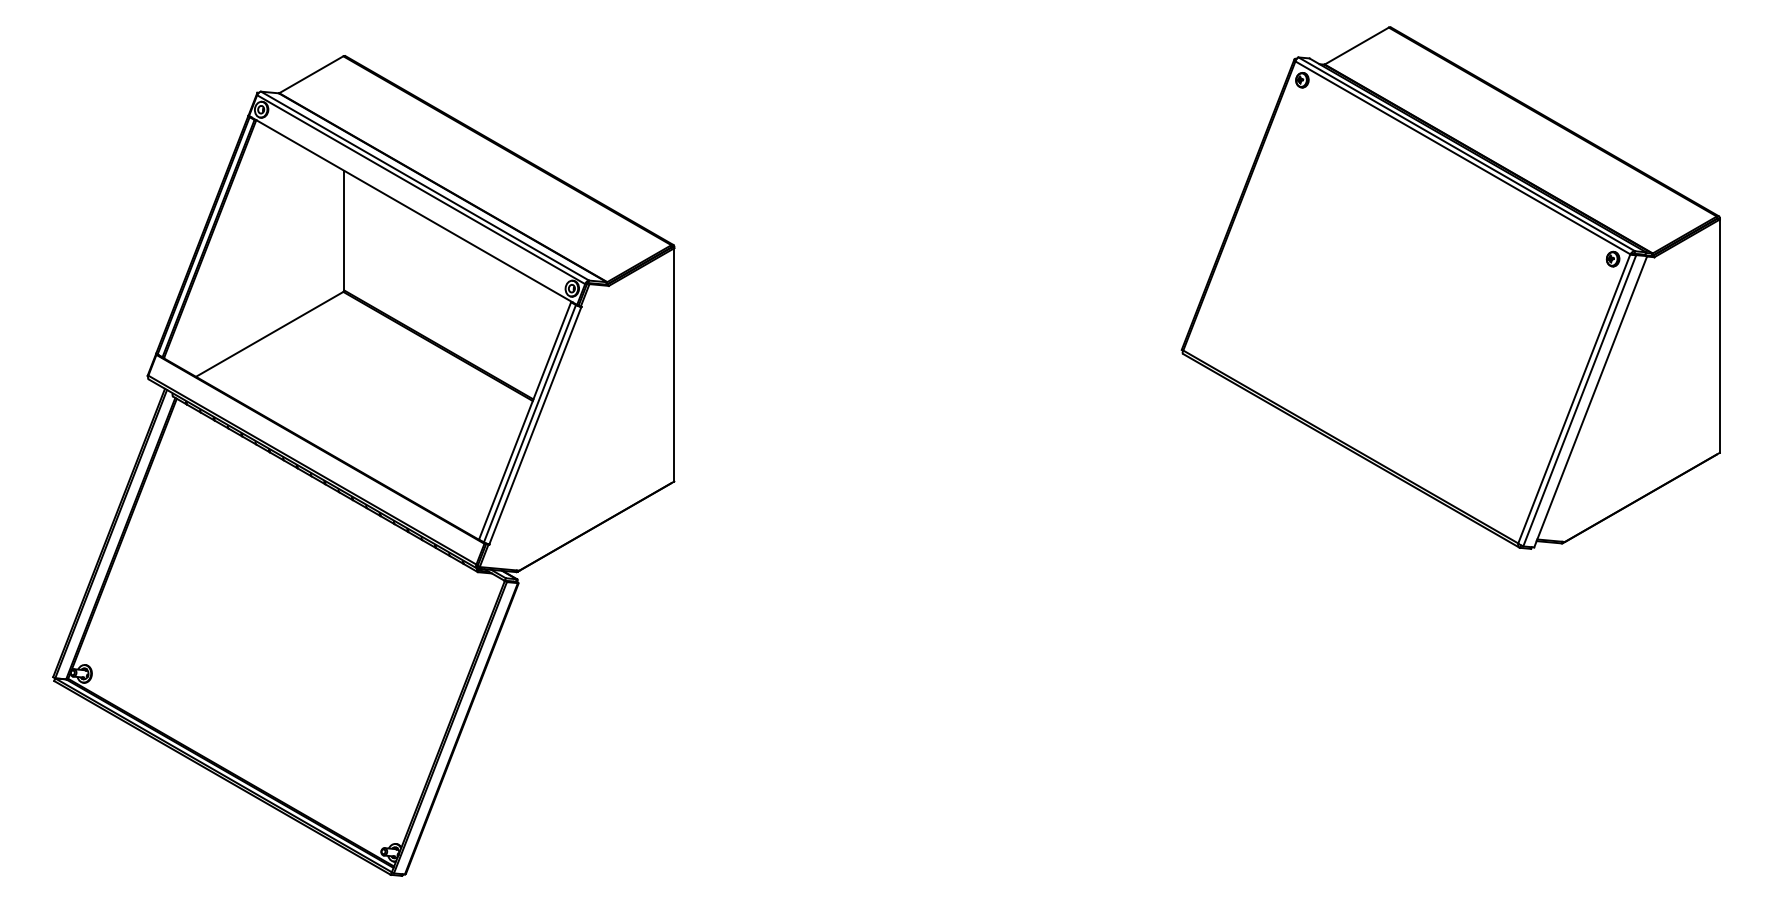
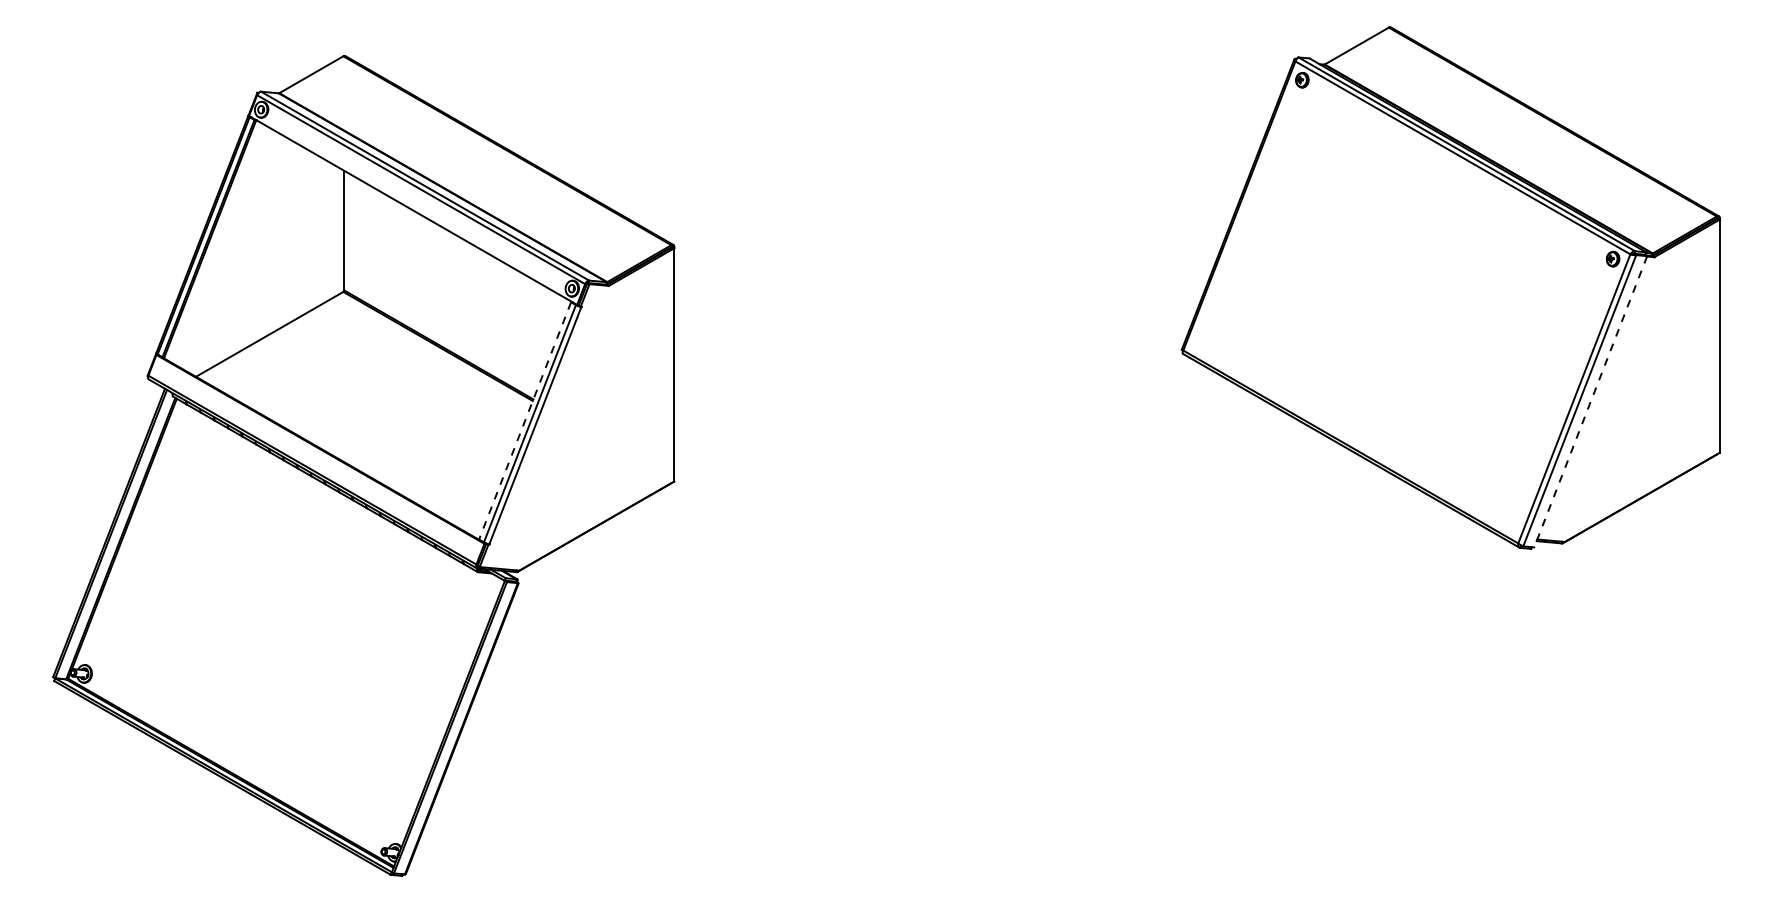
line at (1590, 402): solid -> dashed
line at (524, 421): solid -> dashed
